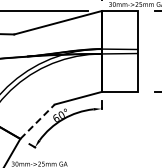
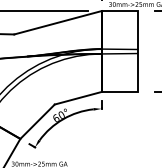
line at (37, 121): dashed -> solid
